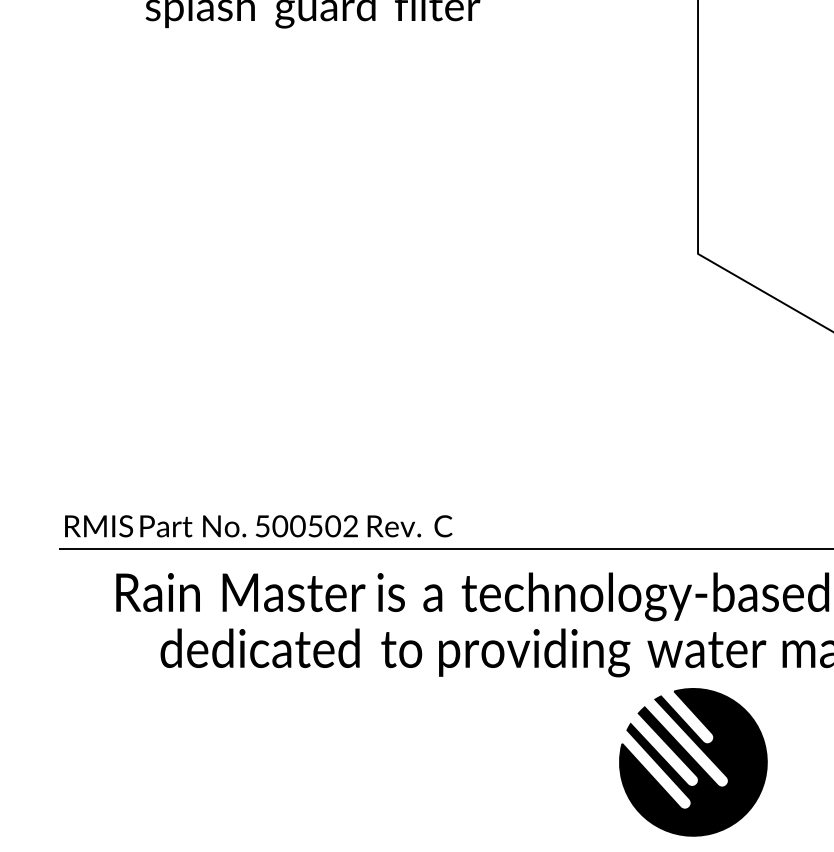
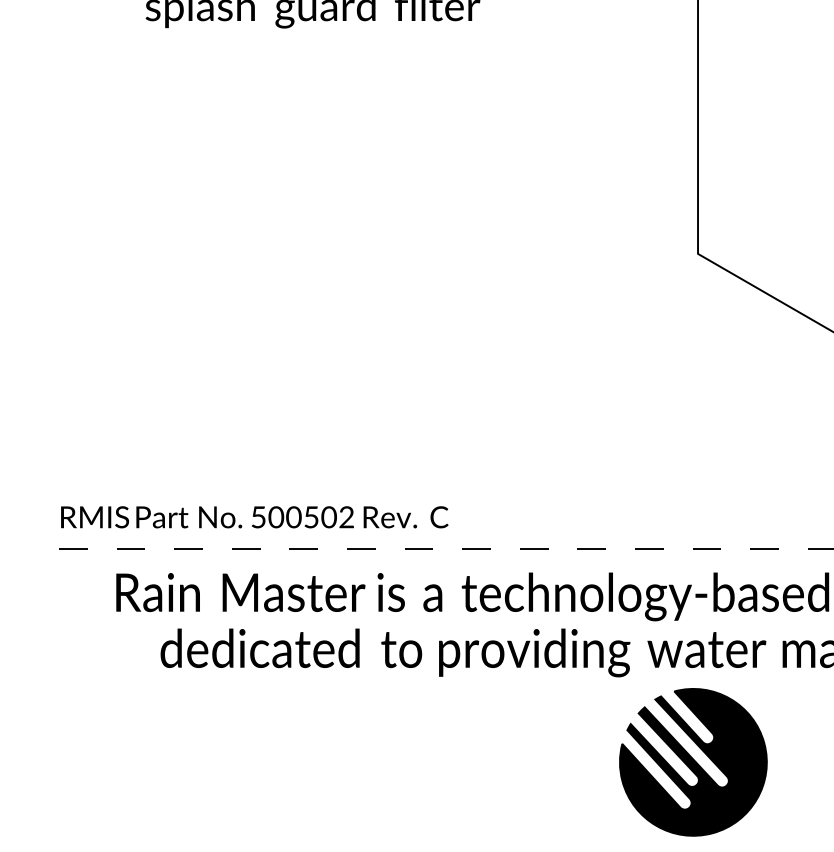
text at (258, 526) position: (258, 526) -> (254, 517)
line at (446, 548): solid -> dashed
